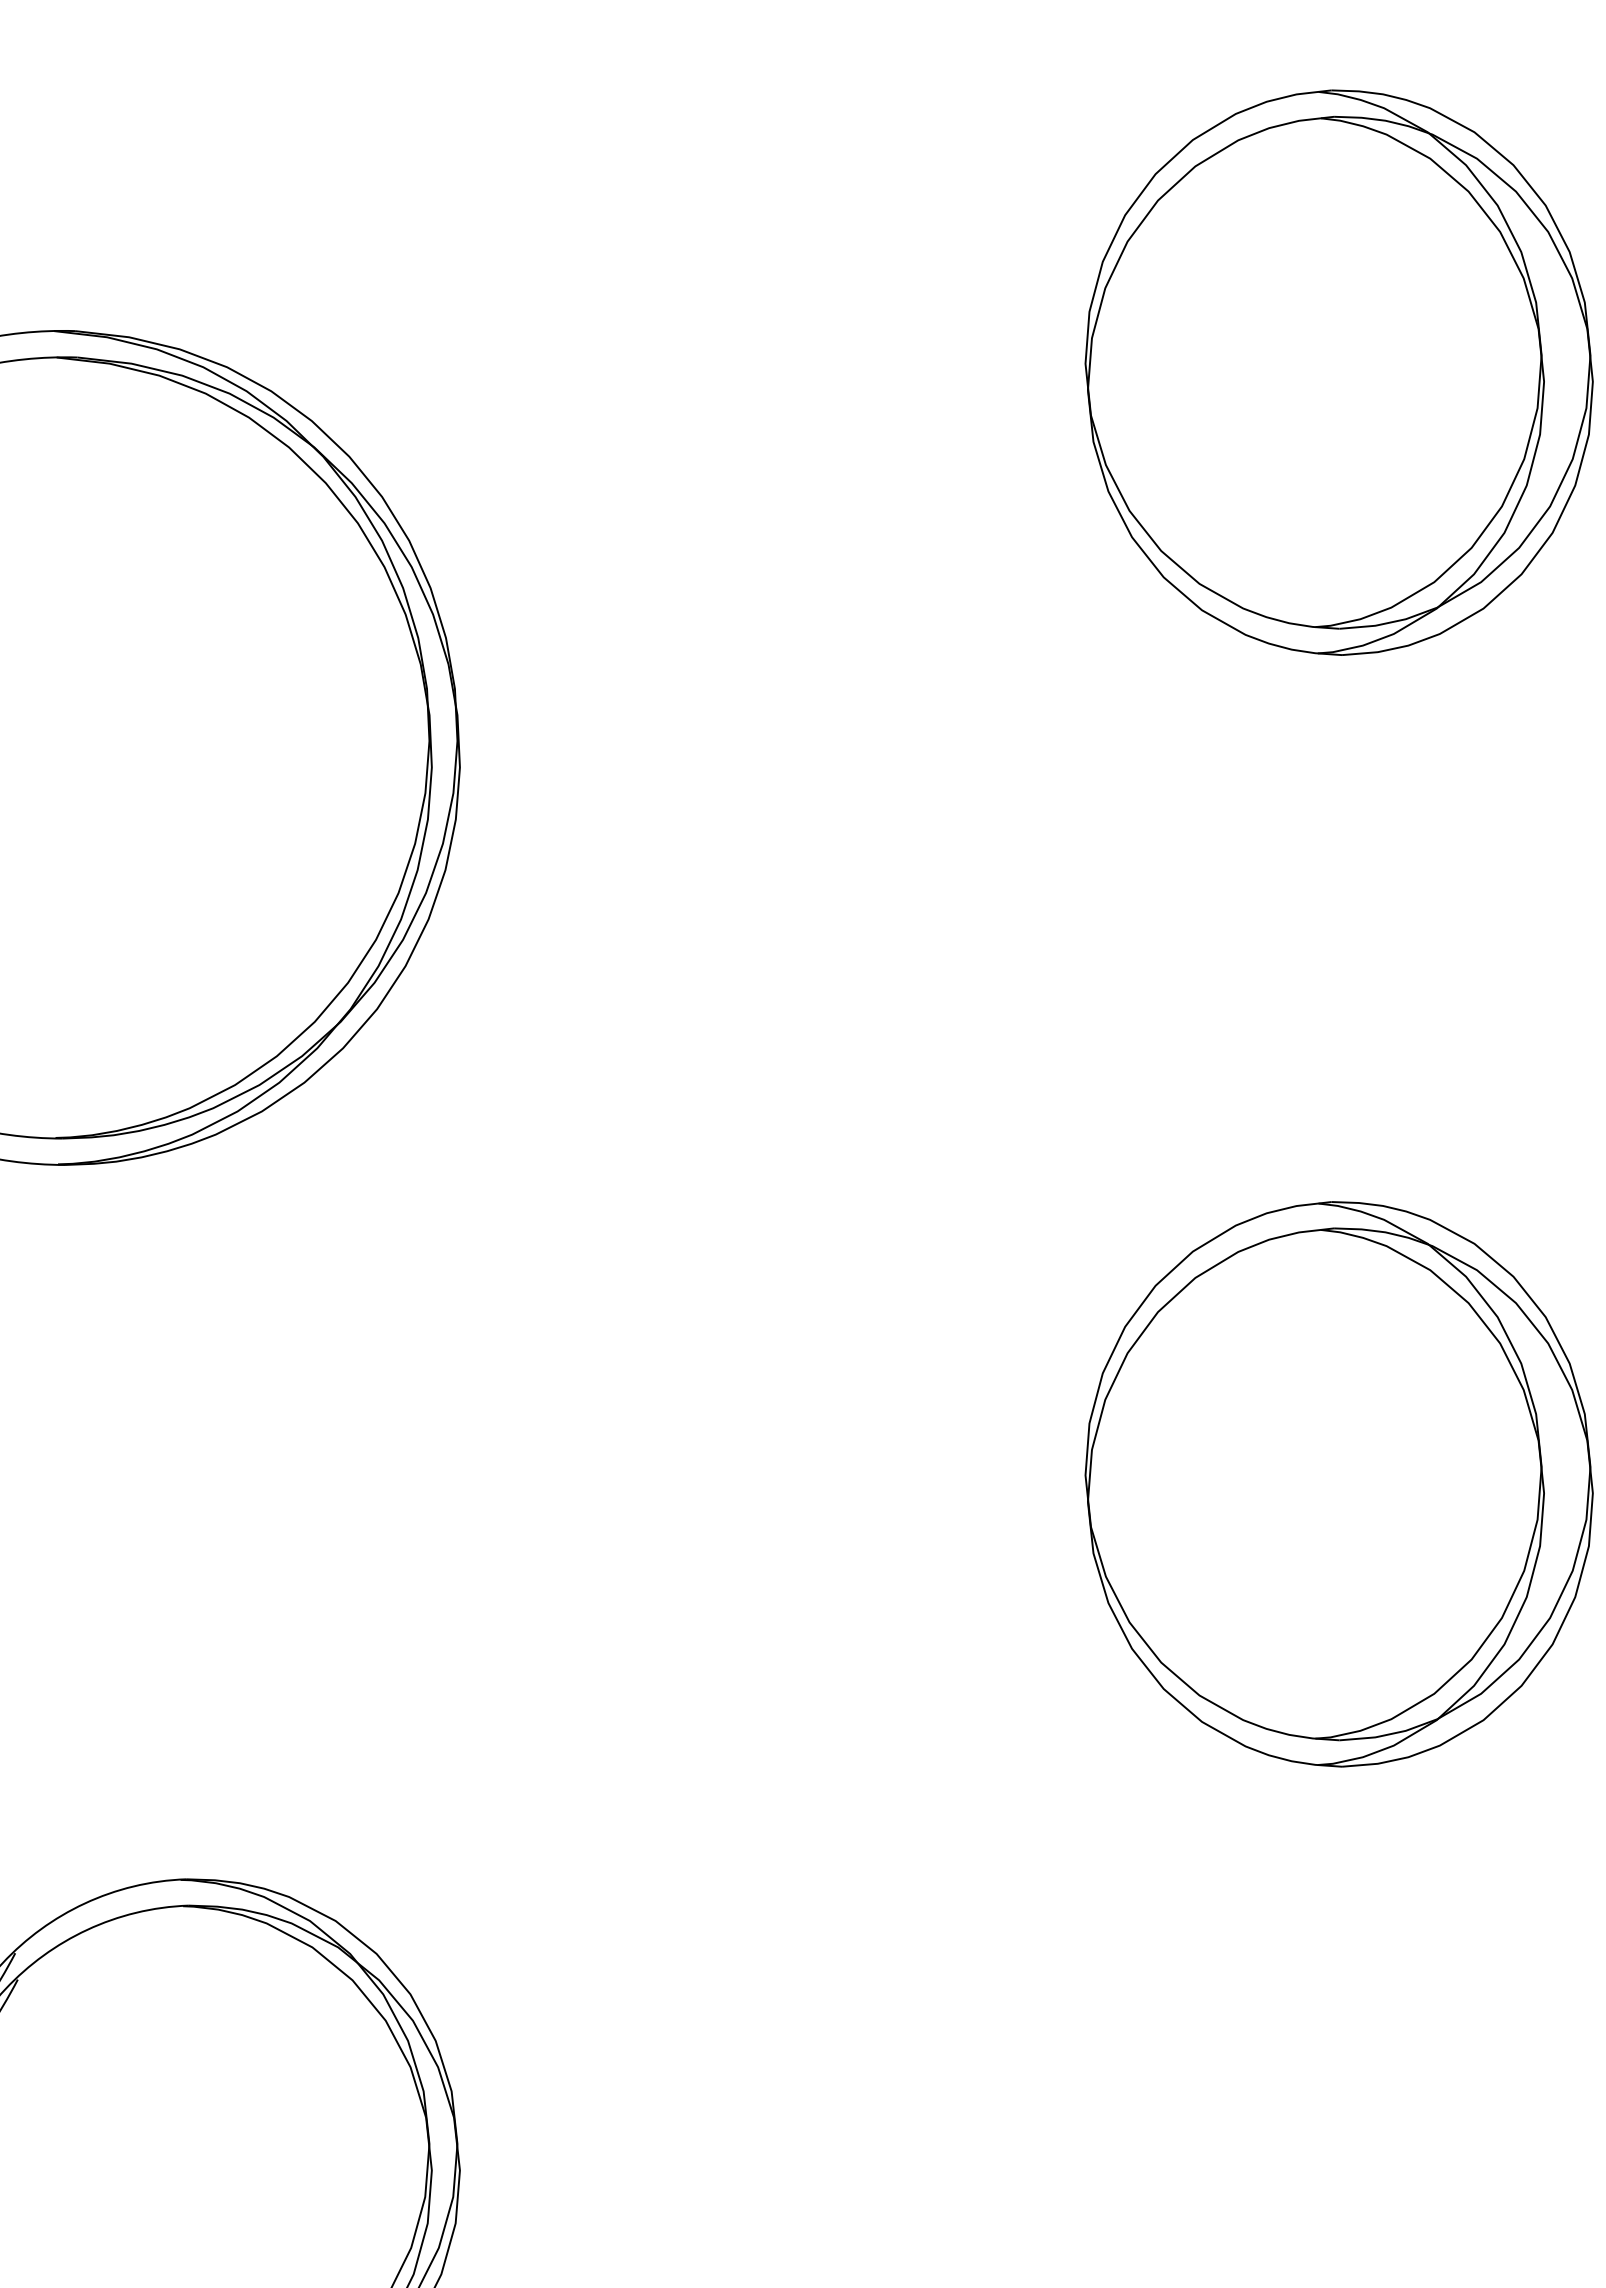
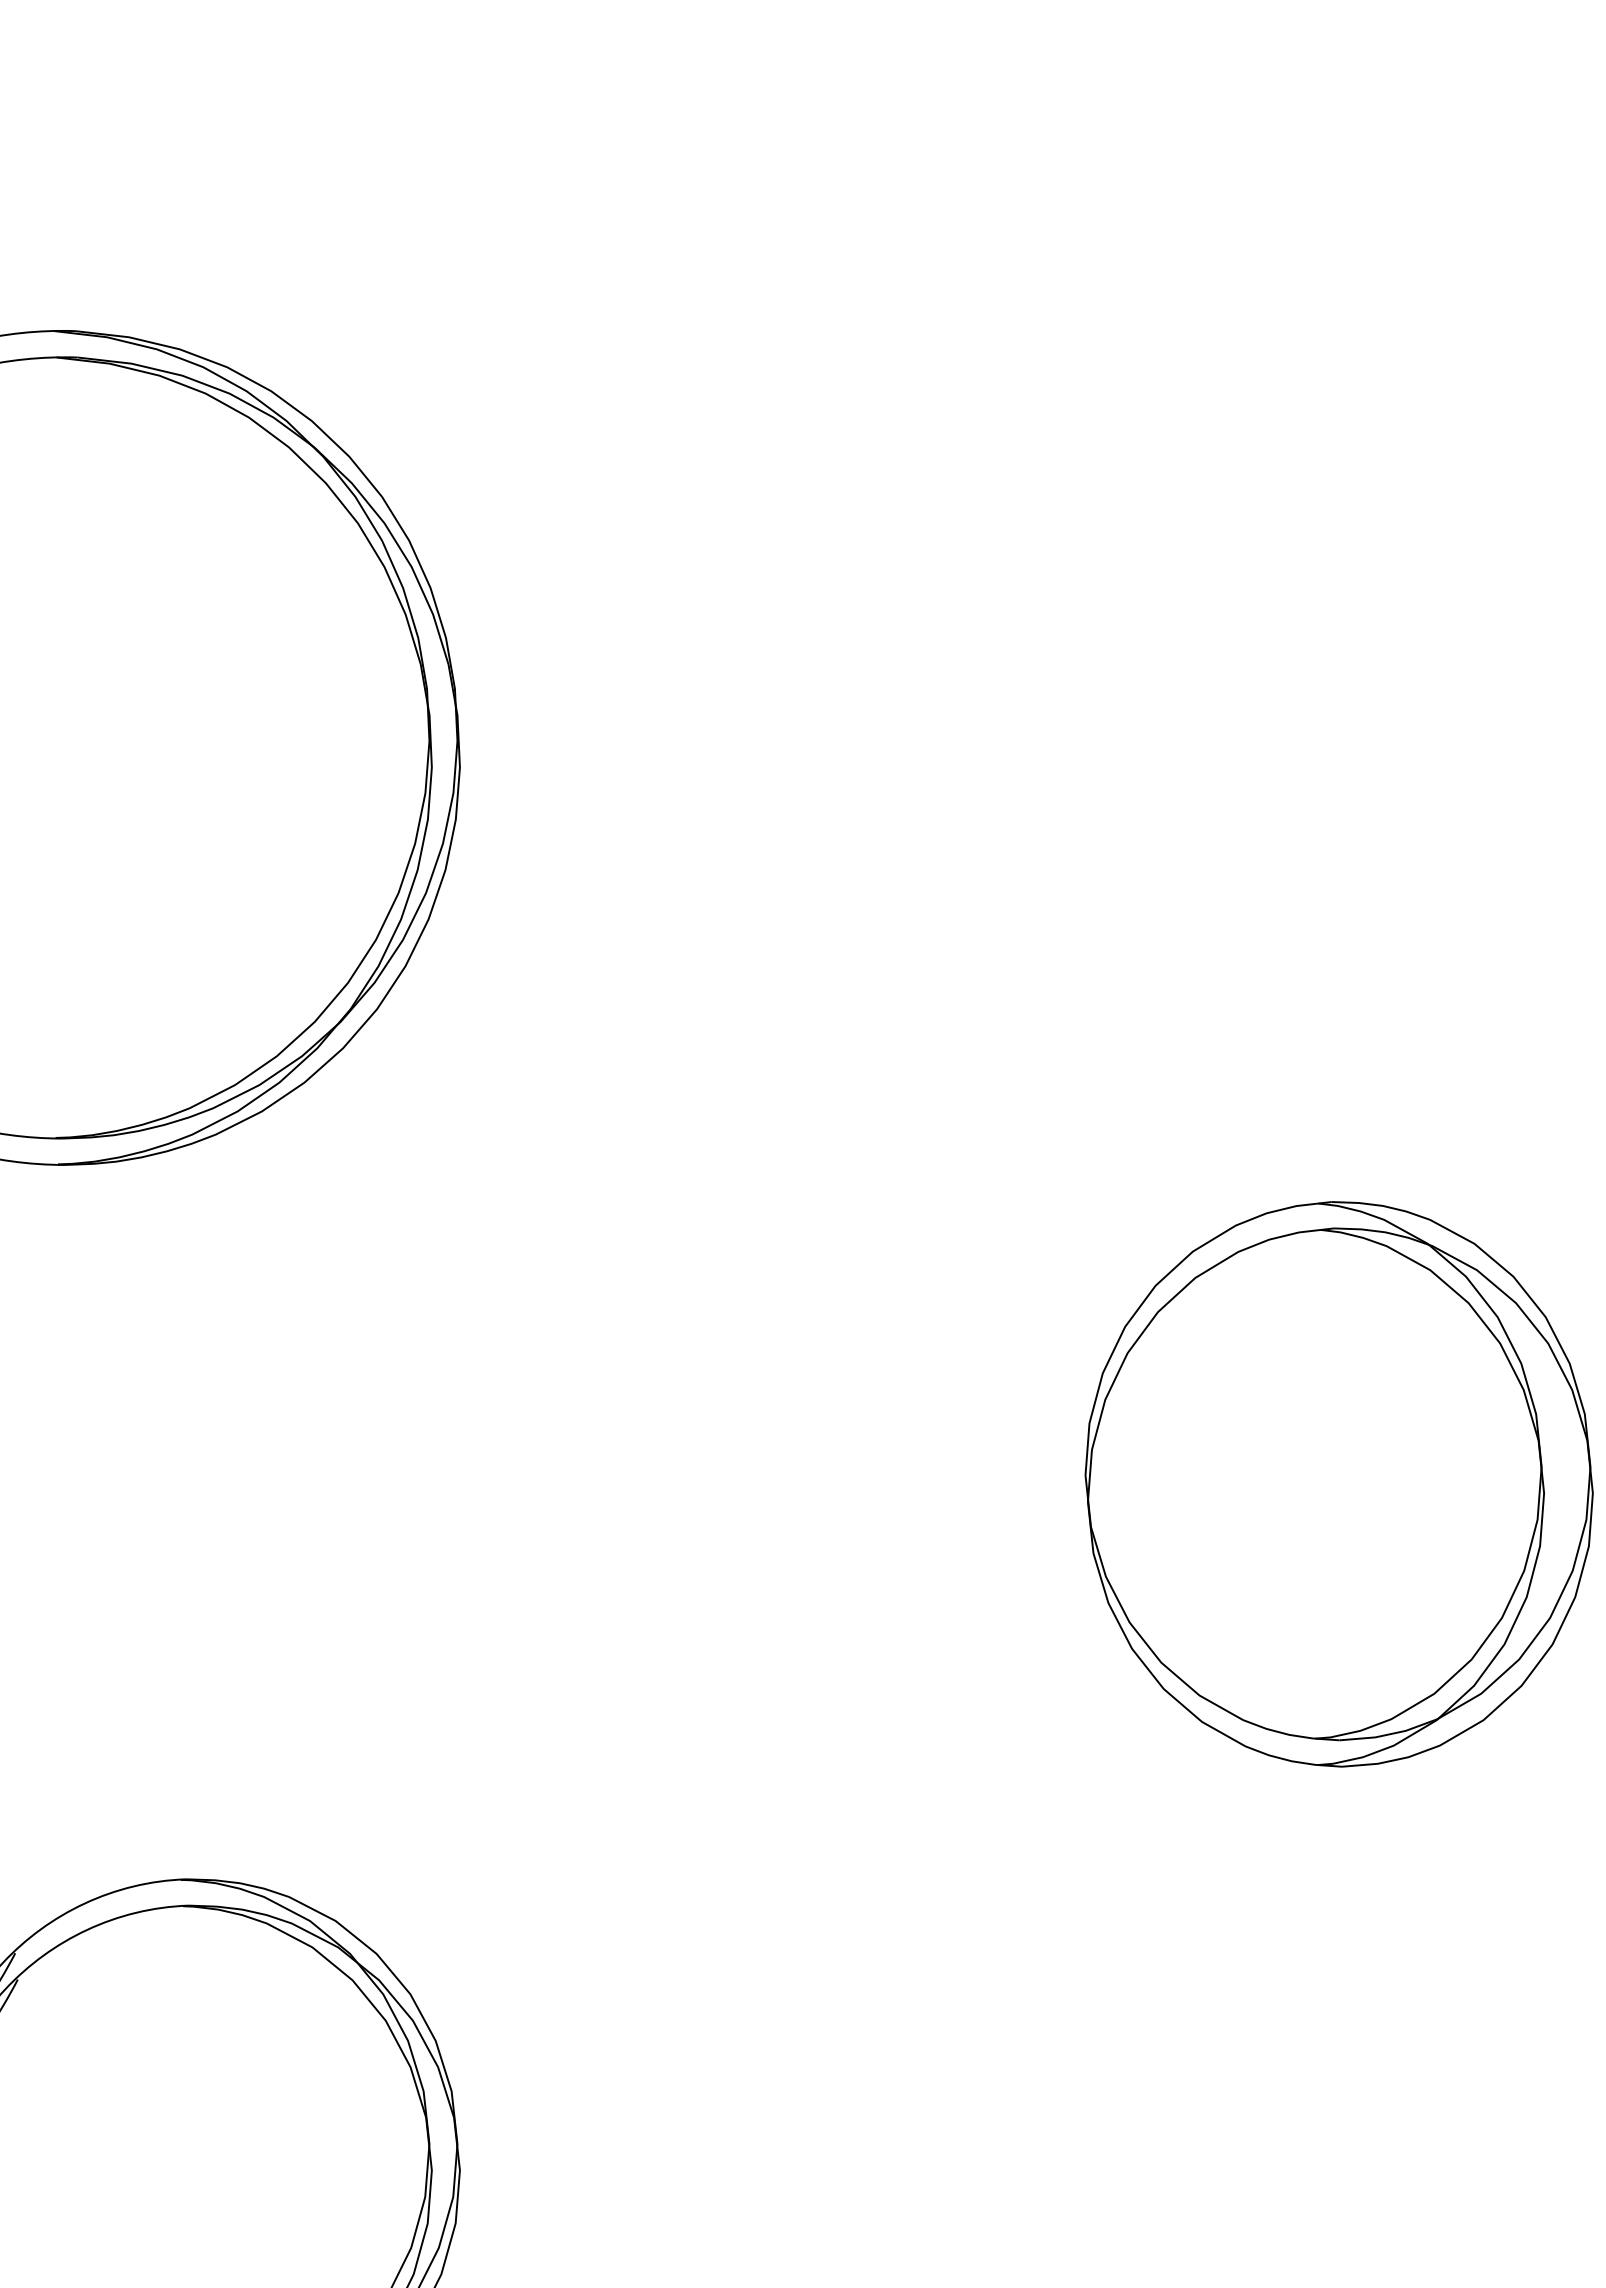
part at (1338, 372): present -> none
